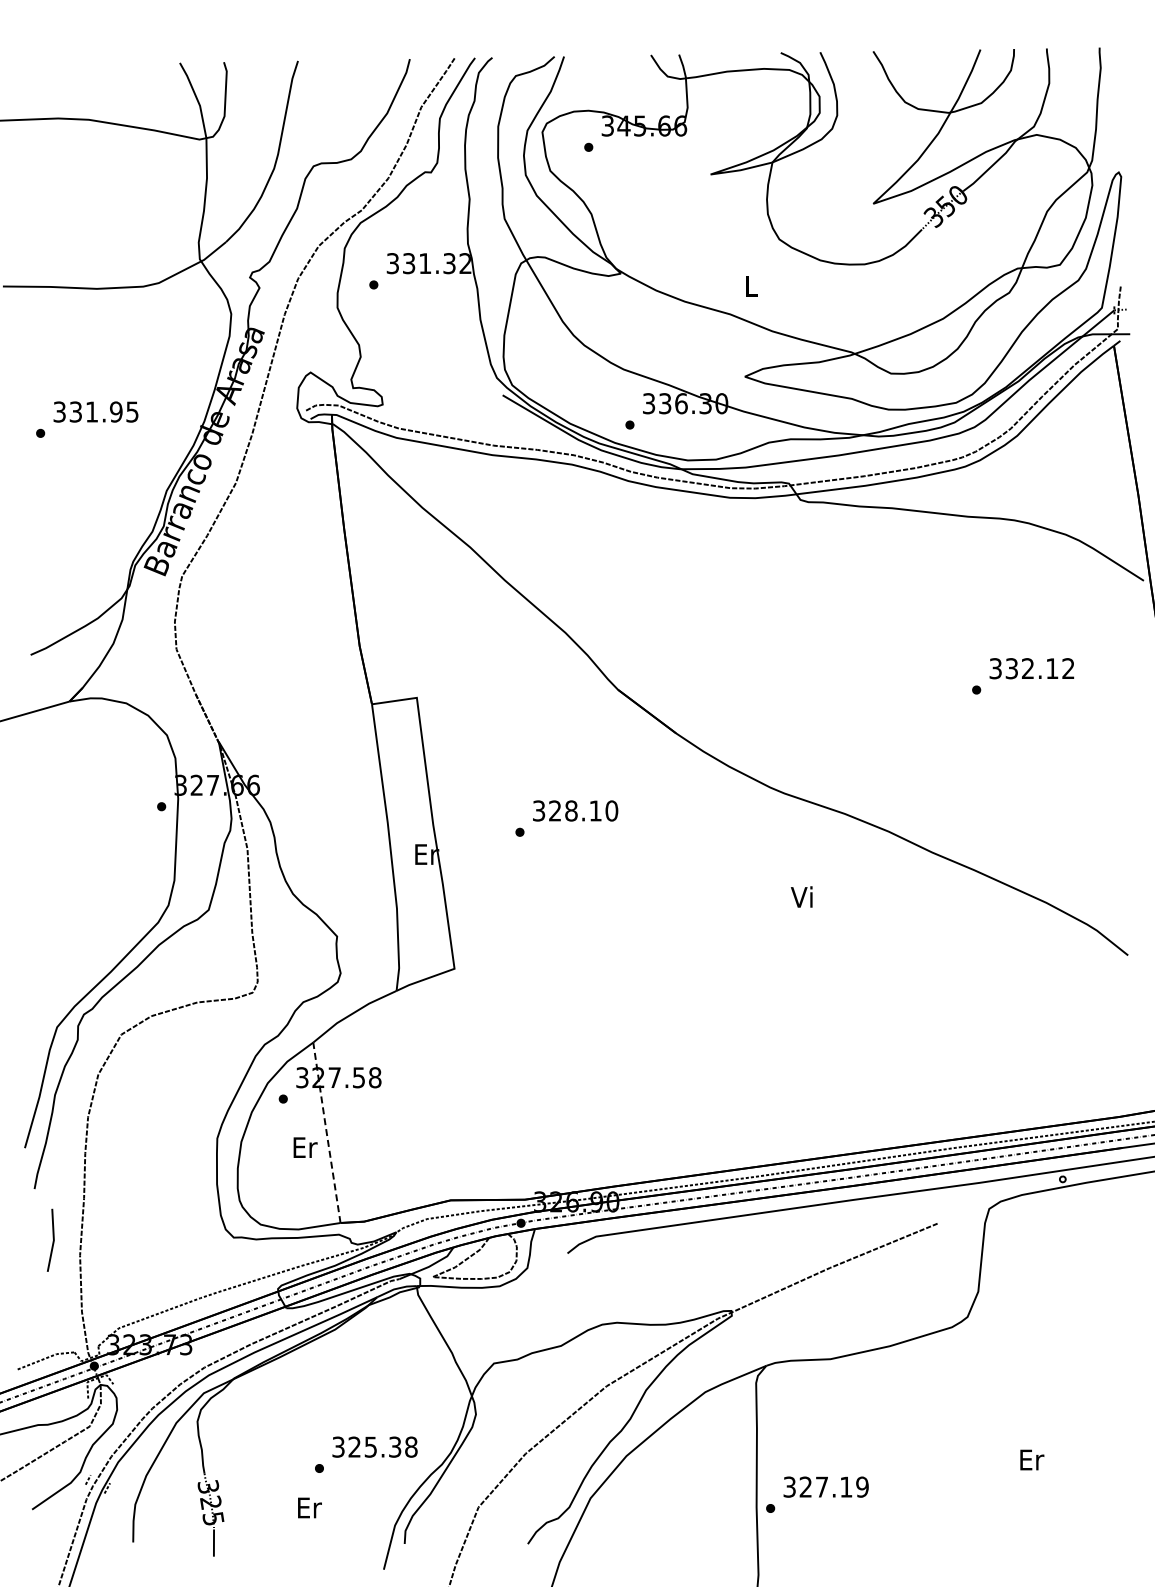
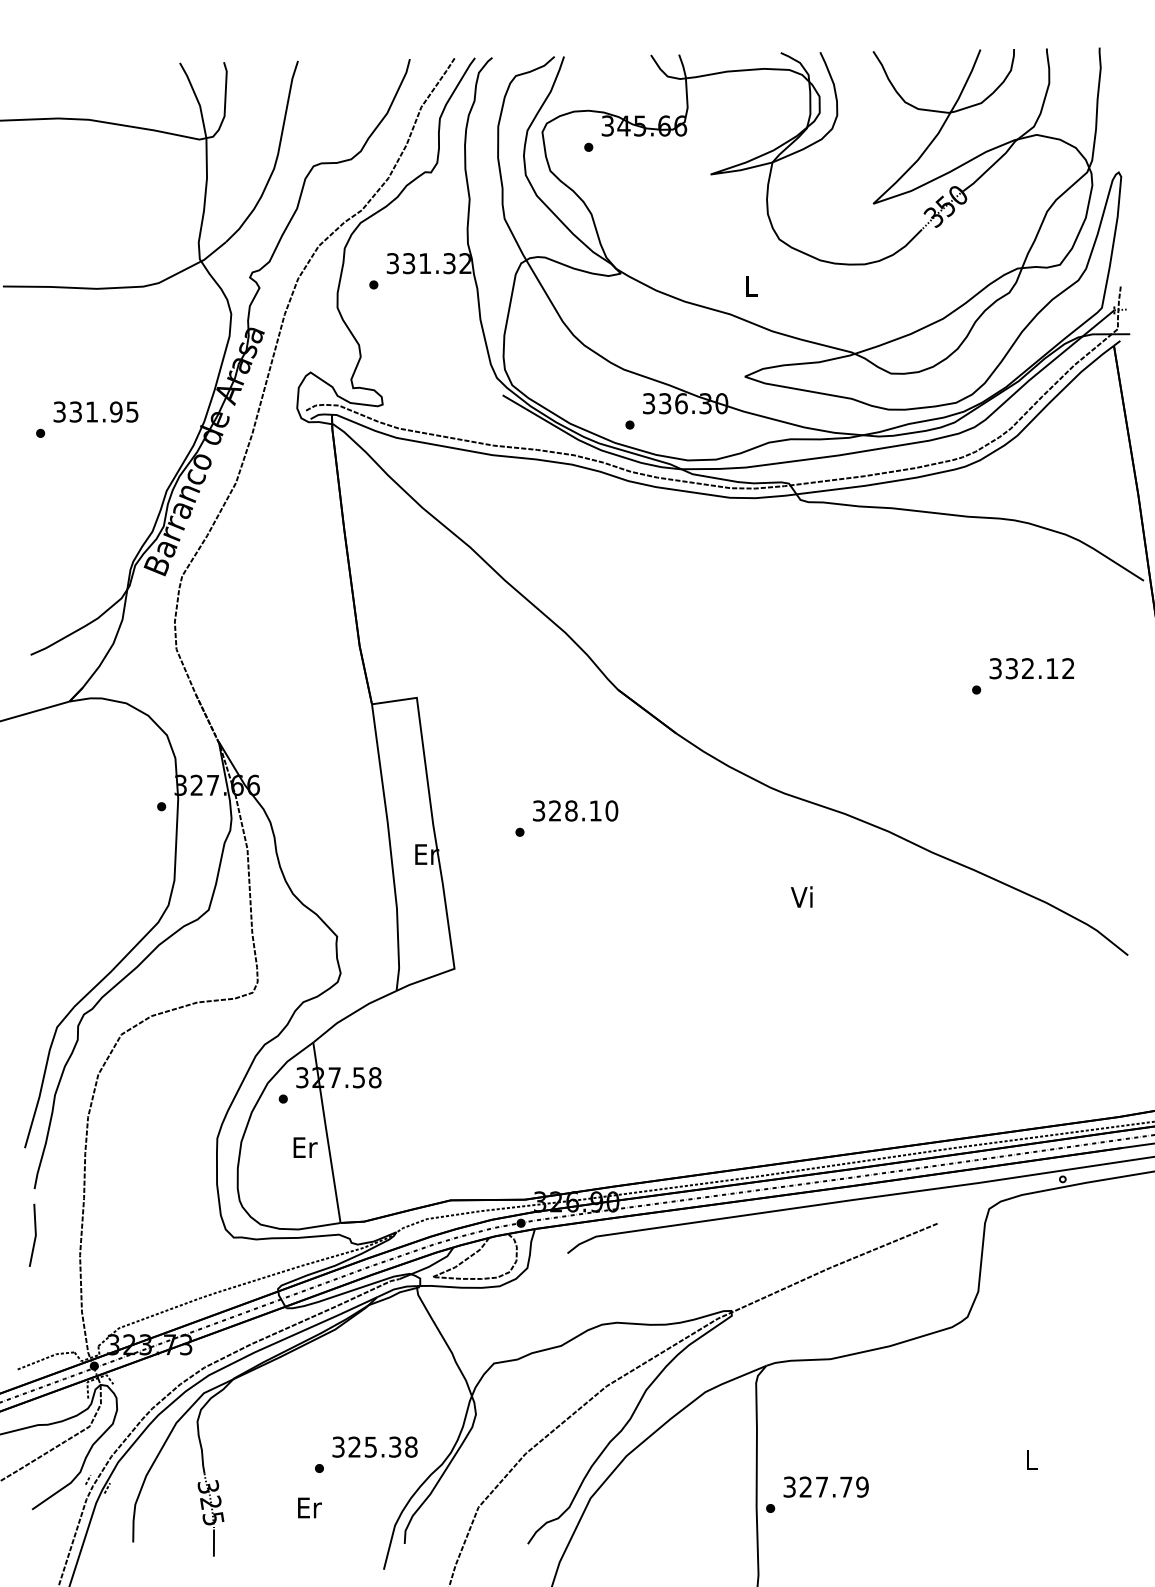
line at (326, 1132): dashed -> solid
line at (52, 1238) position: (52, 1238) -> (34, 1233)
text at (1032, 1459): Er -> L
text at (846, 1486): 327.19 -> 327.79
